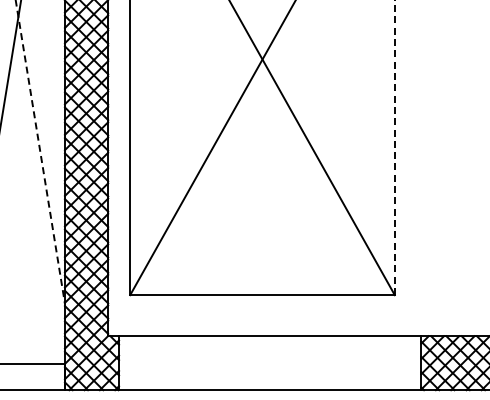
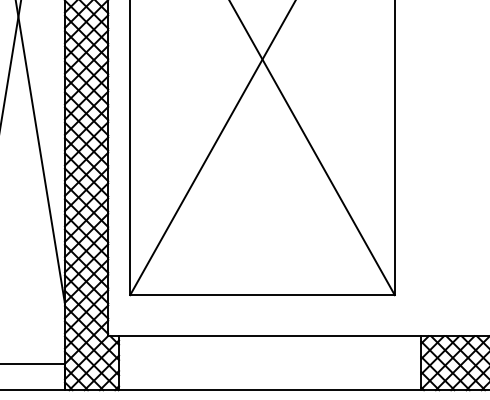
line at (394, 148): dashed -> solid
line at (40, 152): dashed -> solid
